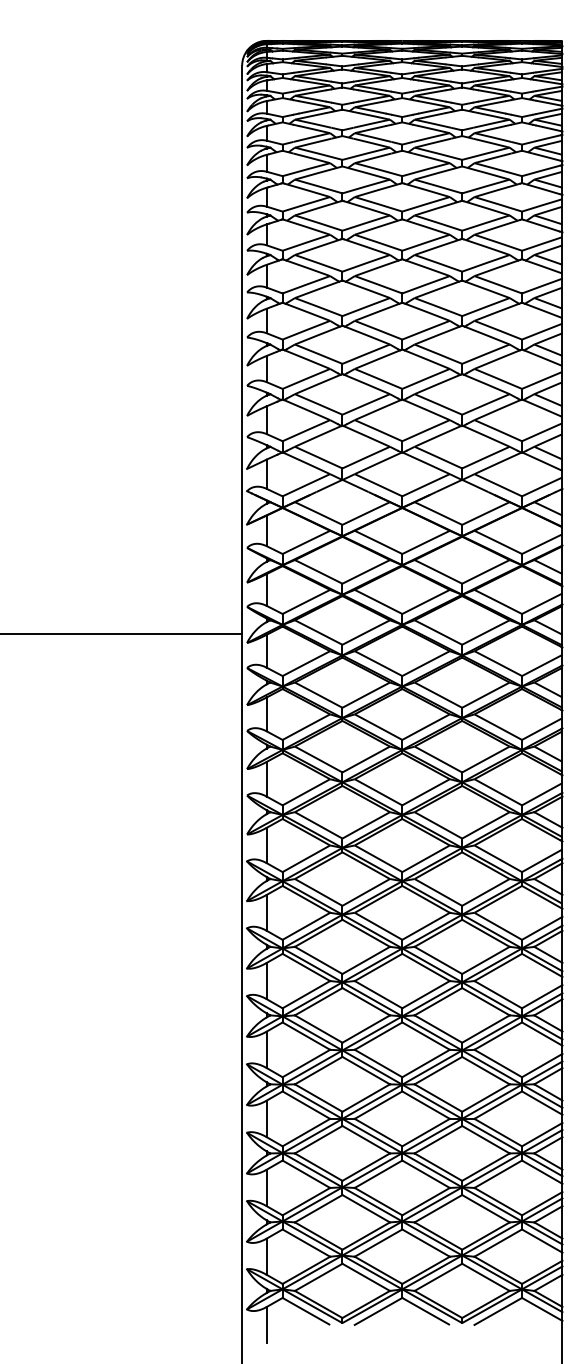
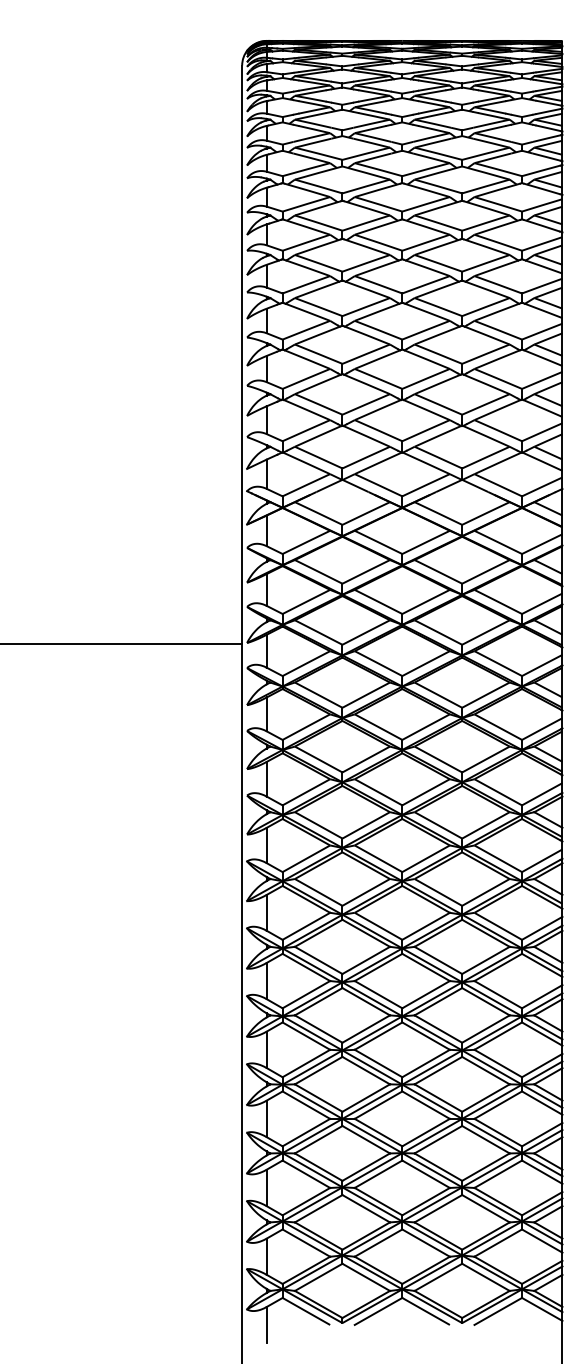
line at (122, 634) position: (122, 634) -> (122, 644)
